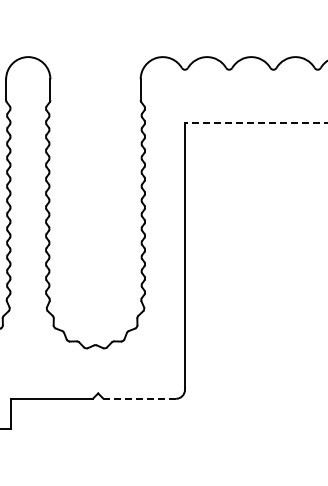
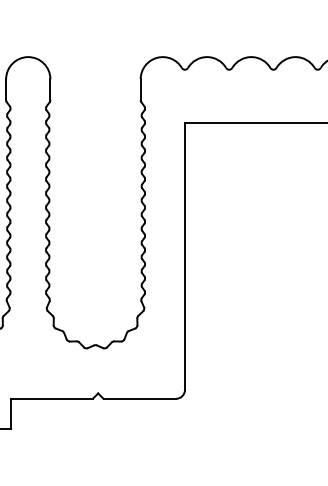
line at (255, 122): dashed -> solid
line at (139, 398): dashed -> solid
